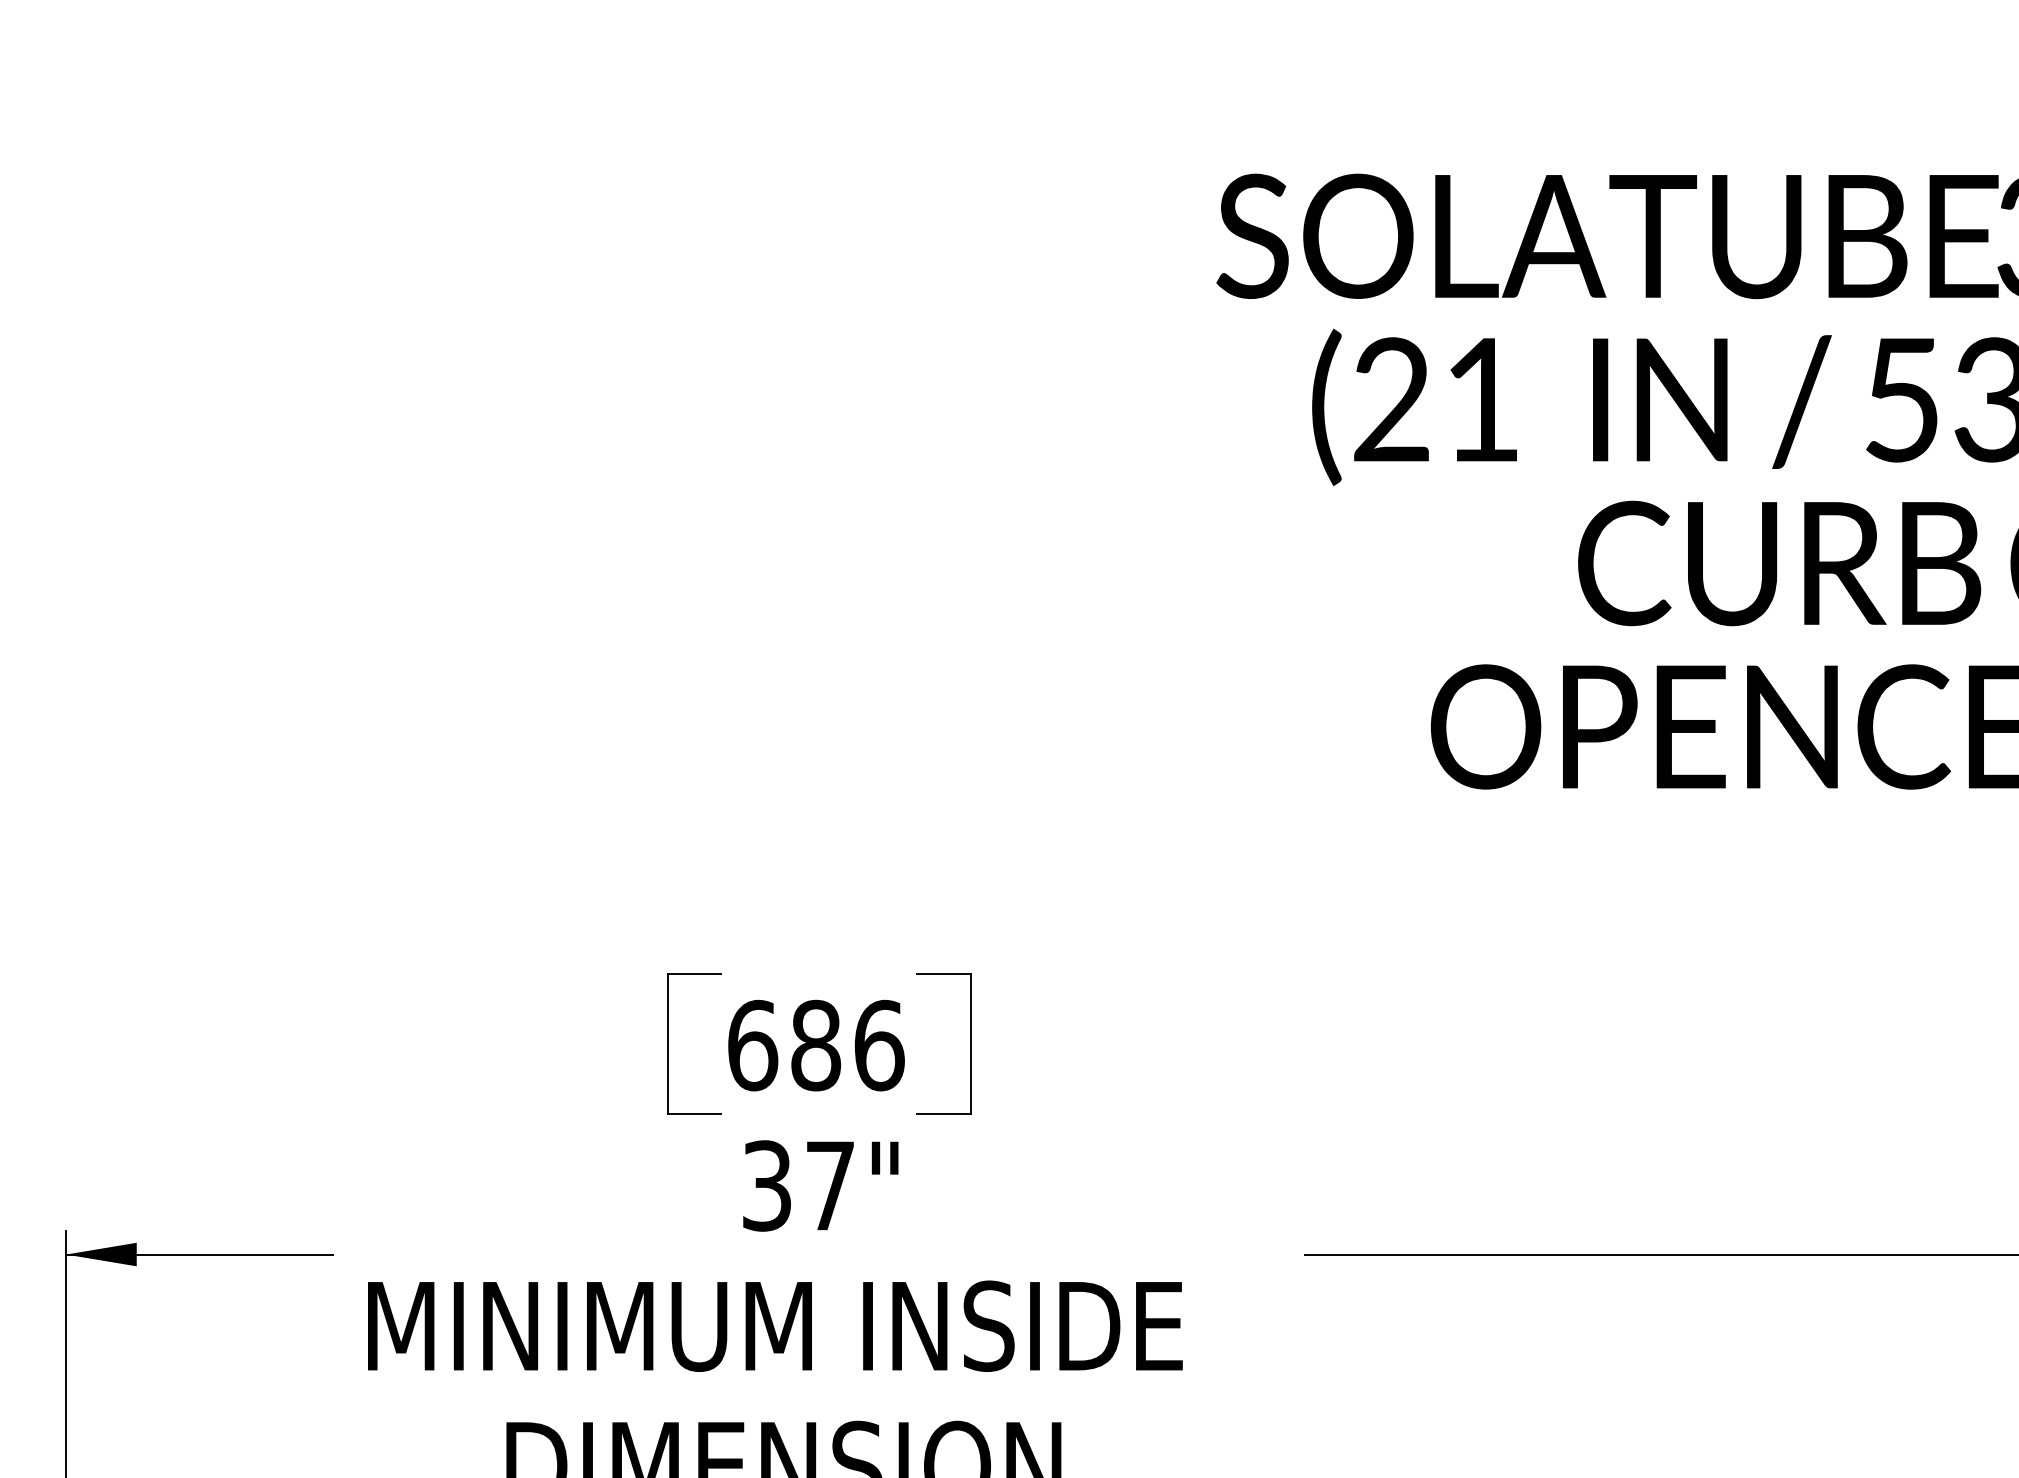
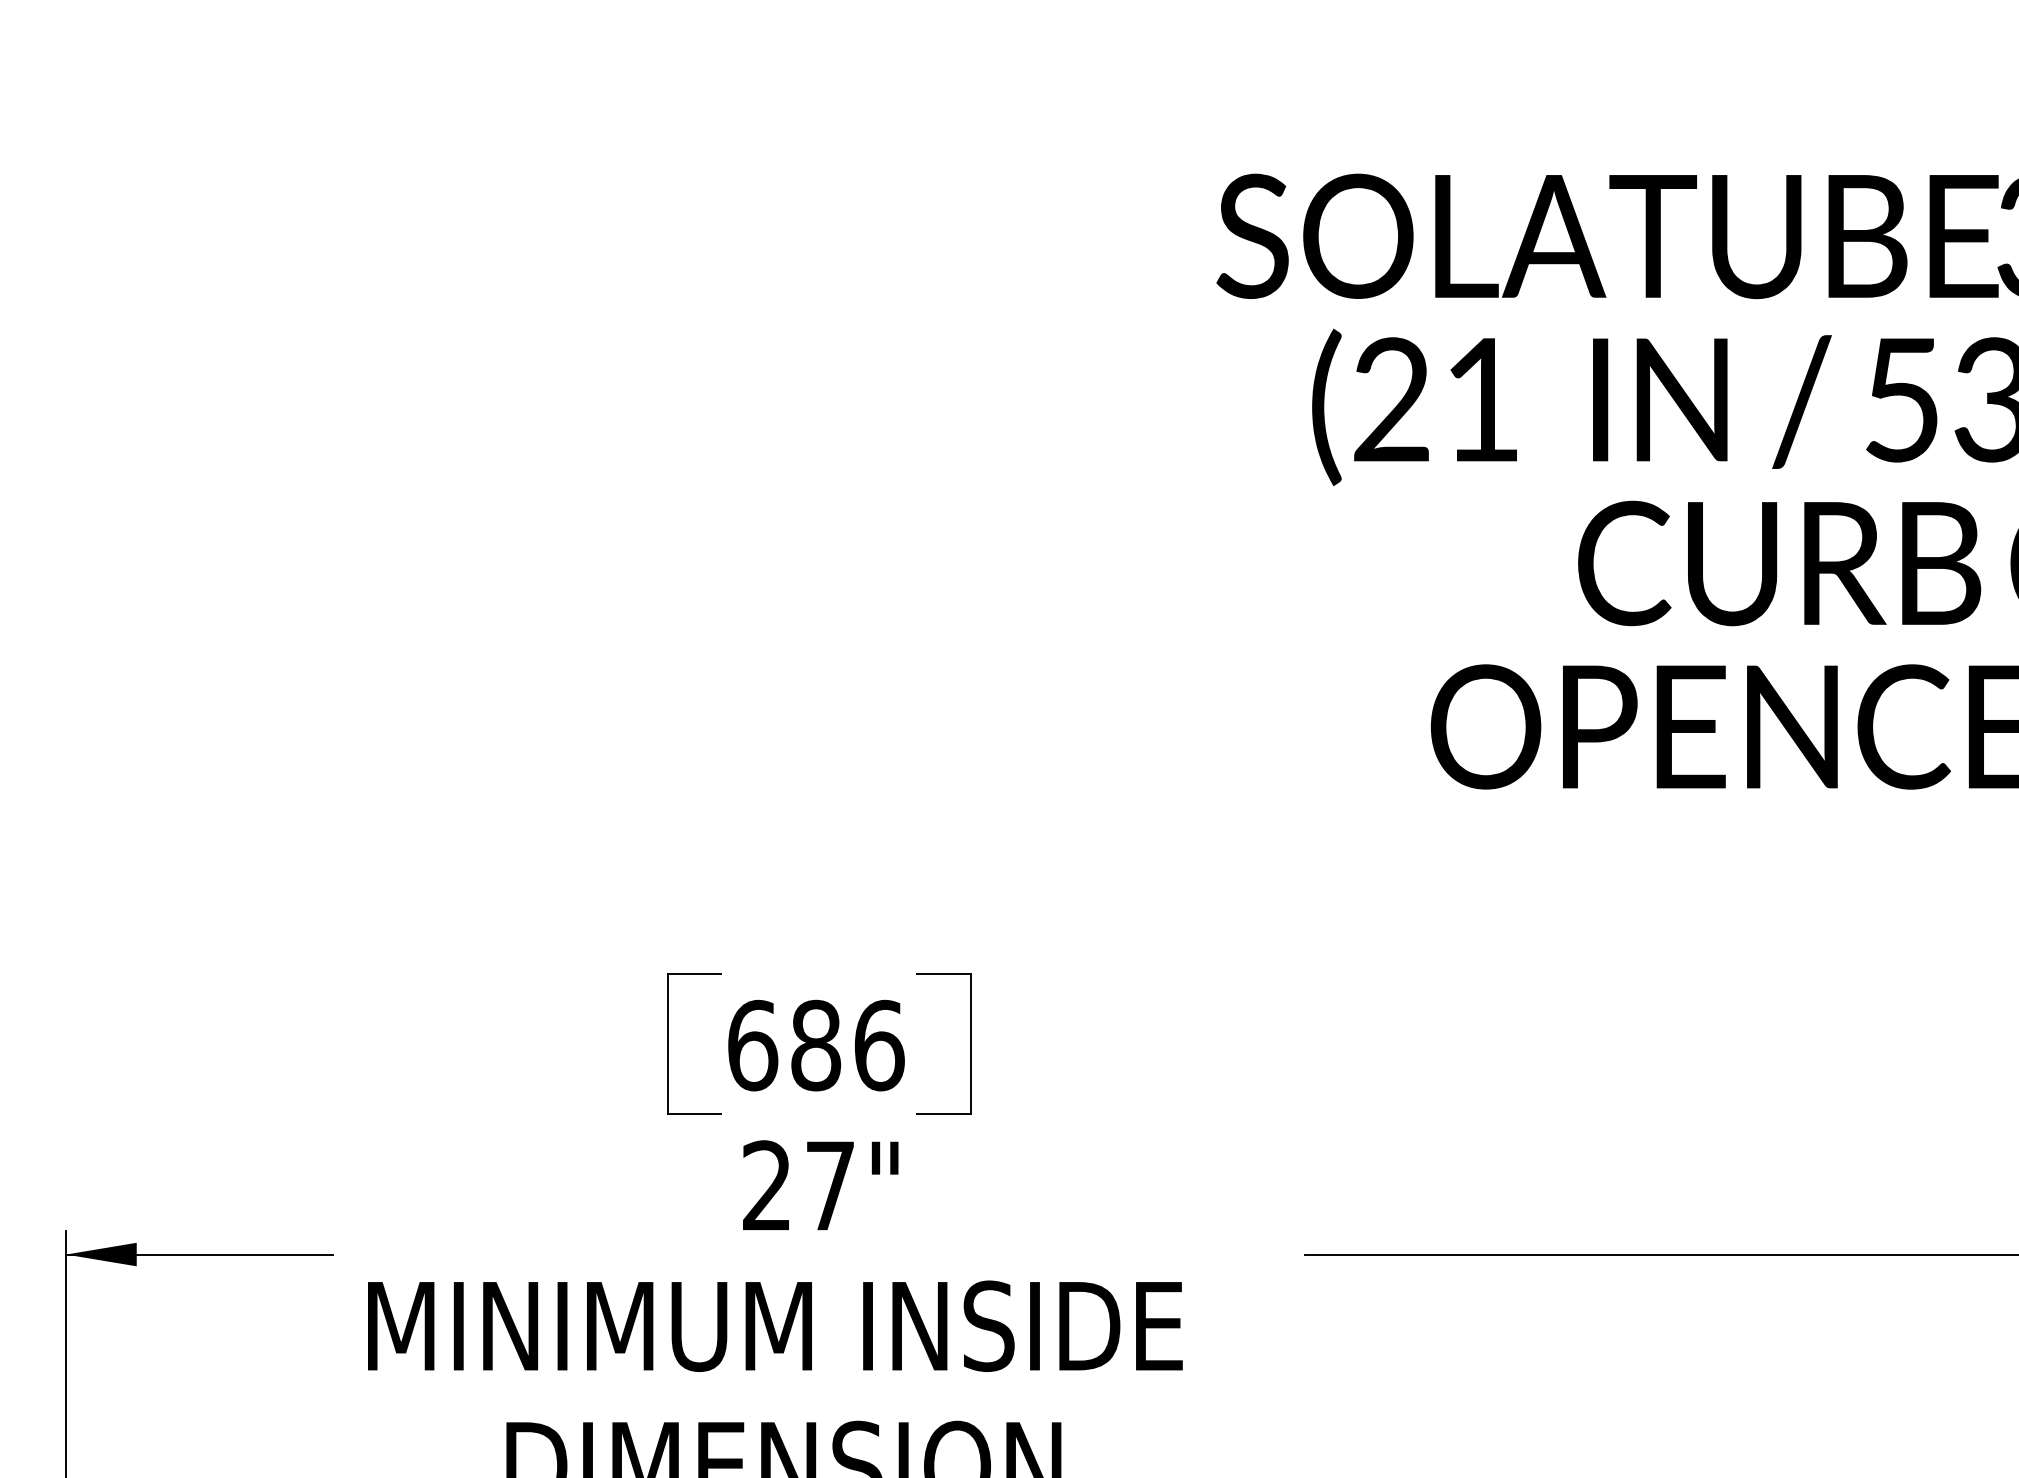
text at (766, 1185): 37" -> 27"
